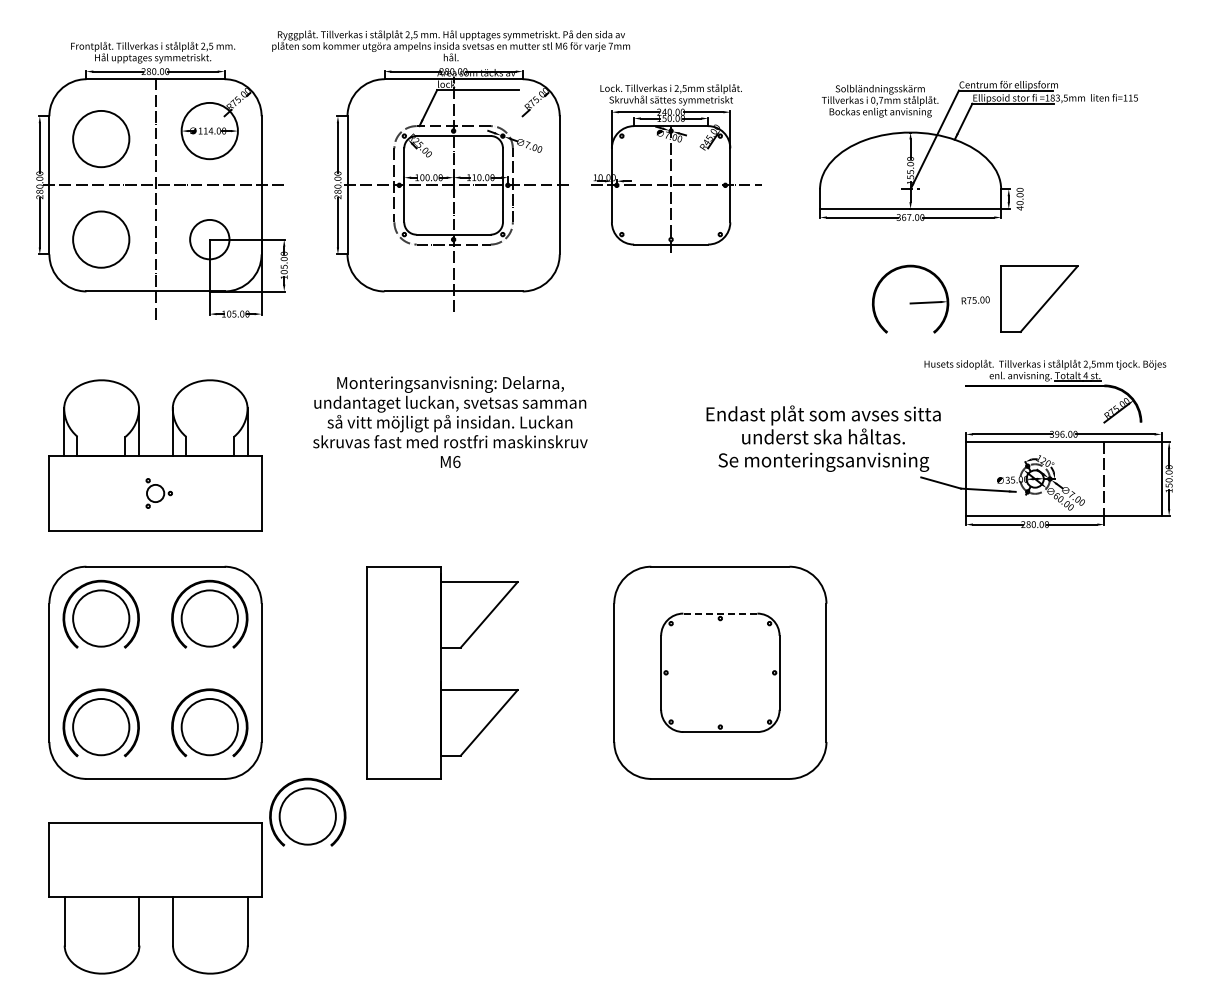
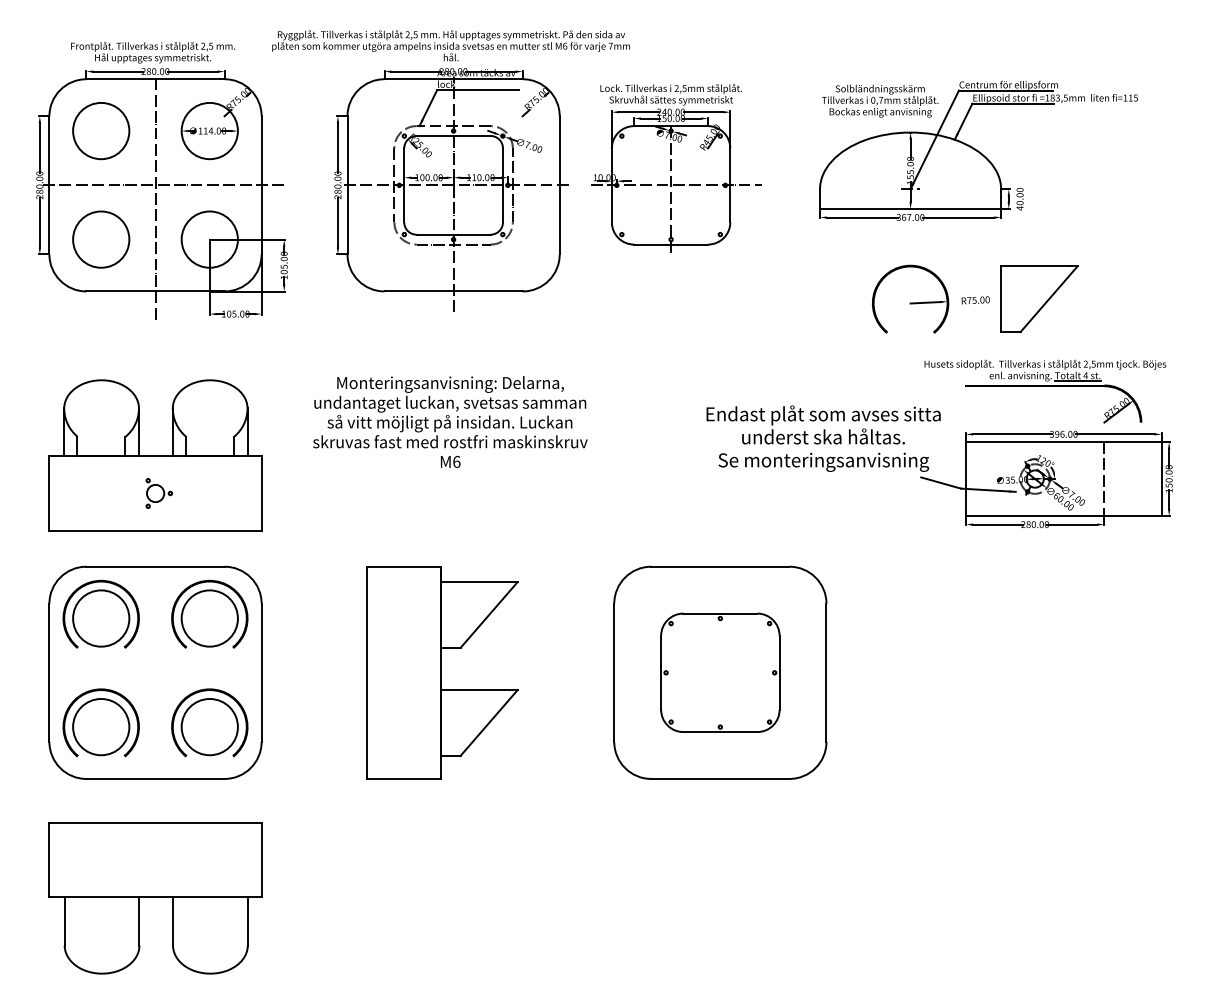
circle at (101, 139) position: (101, 139) -> (101, 131)
circle at (209, 239) diameter: 39 px -> 56 px
line at (719, 613): dashed -> solid
part at (307, 811): present -> none
